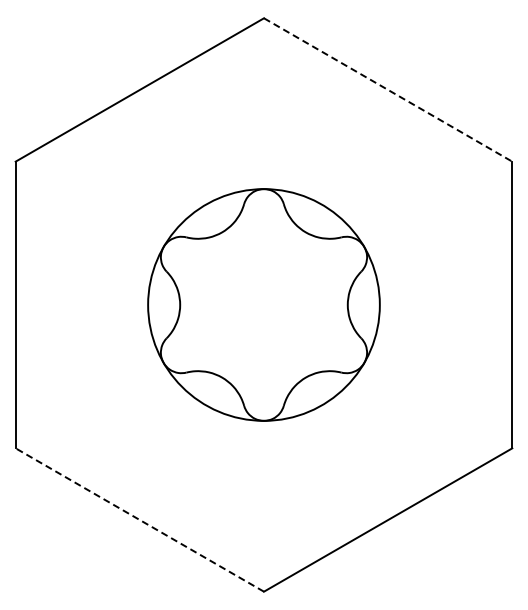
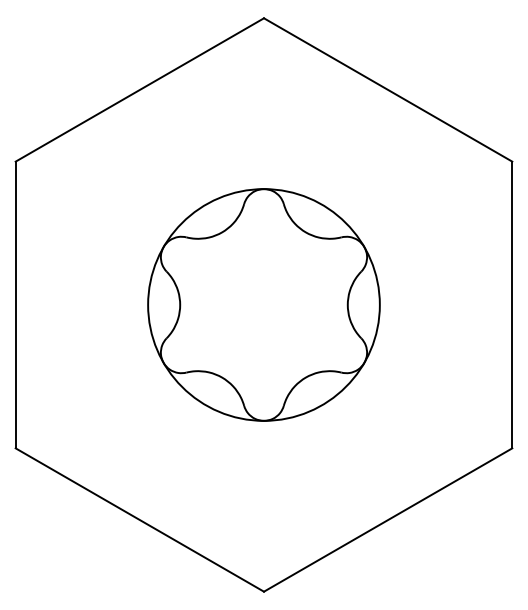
line at (388, 90): dashed -> solid
line at (139, 519): dashed -> solid
